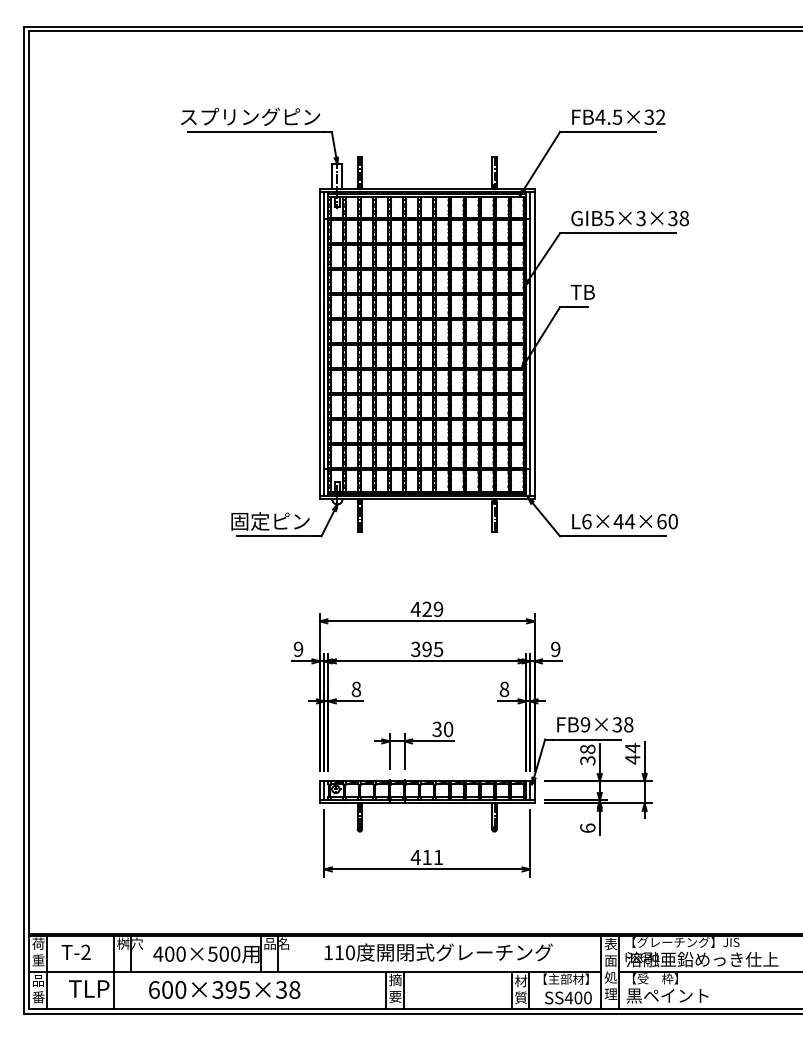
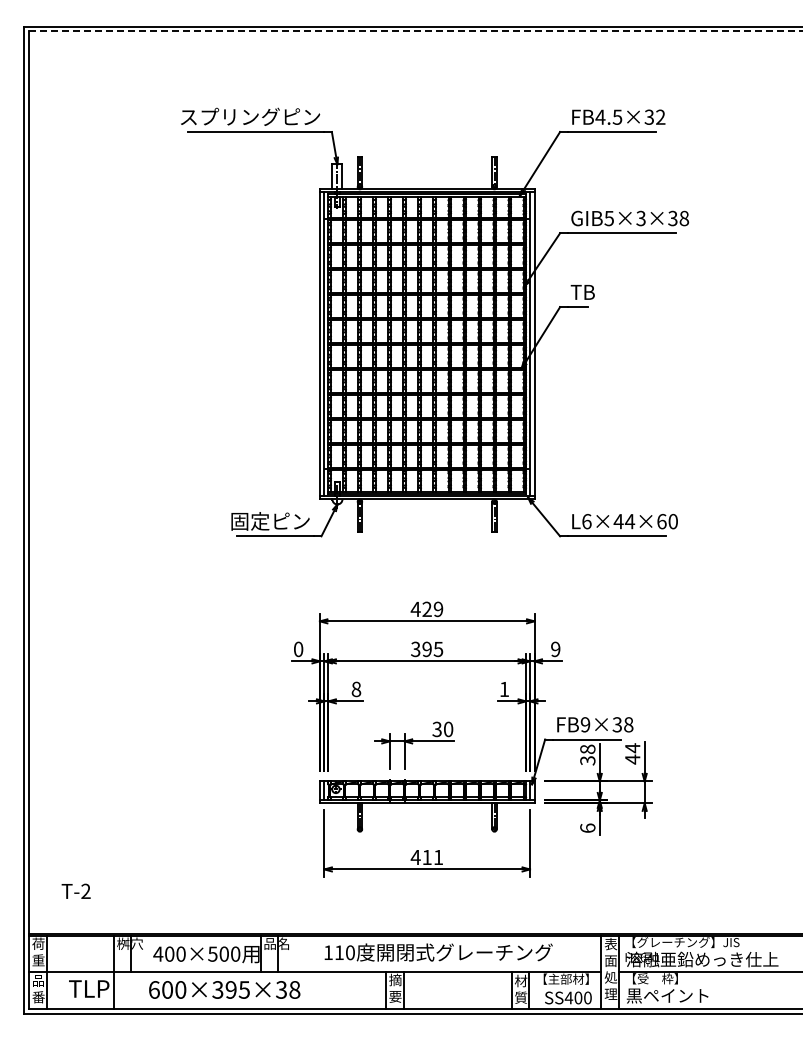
line at (416, 31): solid -> dashed
text at (298, 649): 9 -> 0
text at (504, 689): 8 -> 1
text at (75, 951) position: (75, 951) -> (75, 890)
